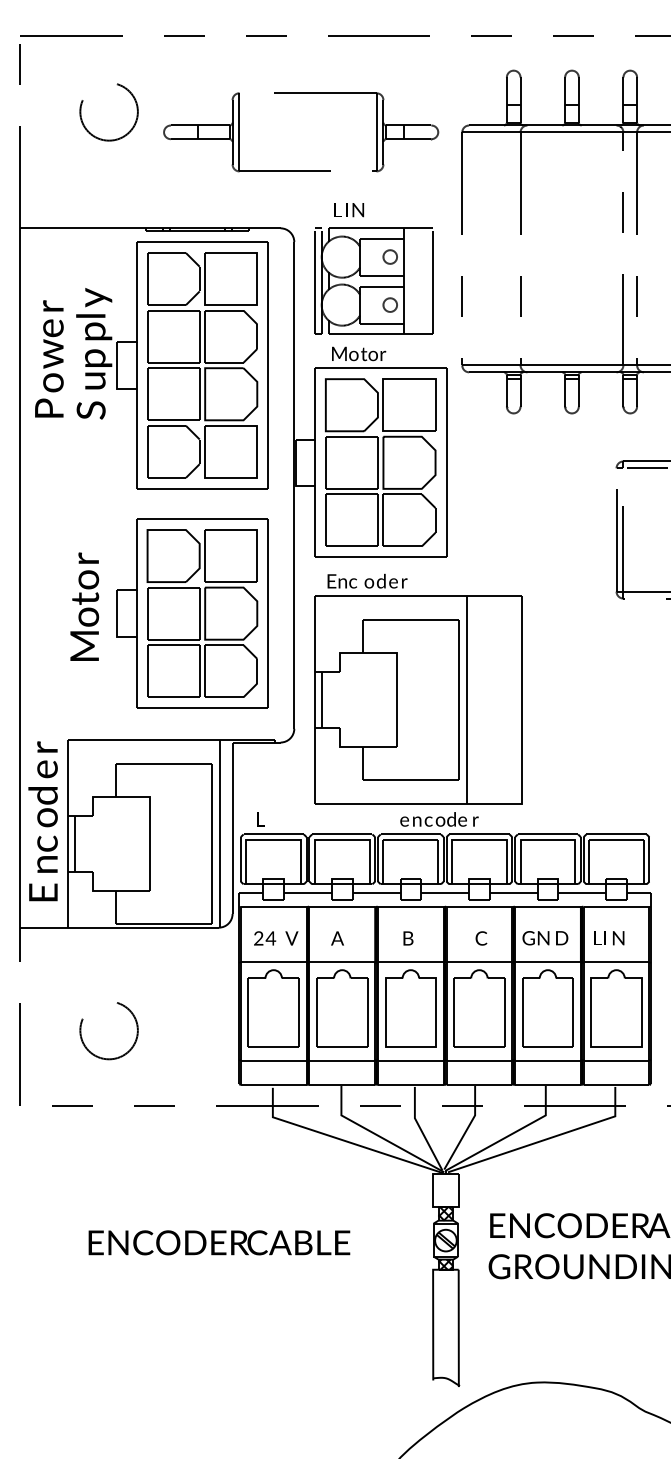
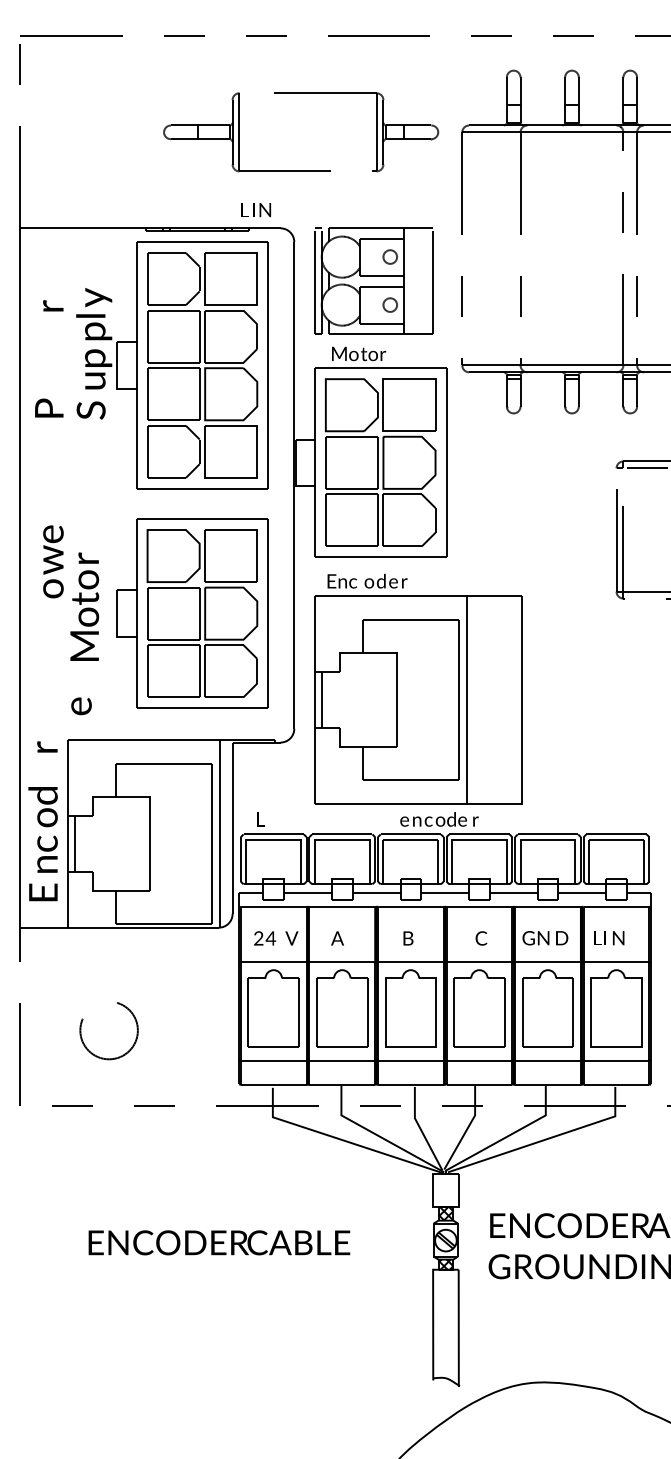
part at (86, 127): present -> none
text at (348, 210) position: (348, 210) -> (255, 210)
text at (53, 355) position: (53, 355) -> (53, 561)
text at (47, 769) position: (47, 769) -> (81, 706)
